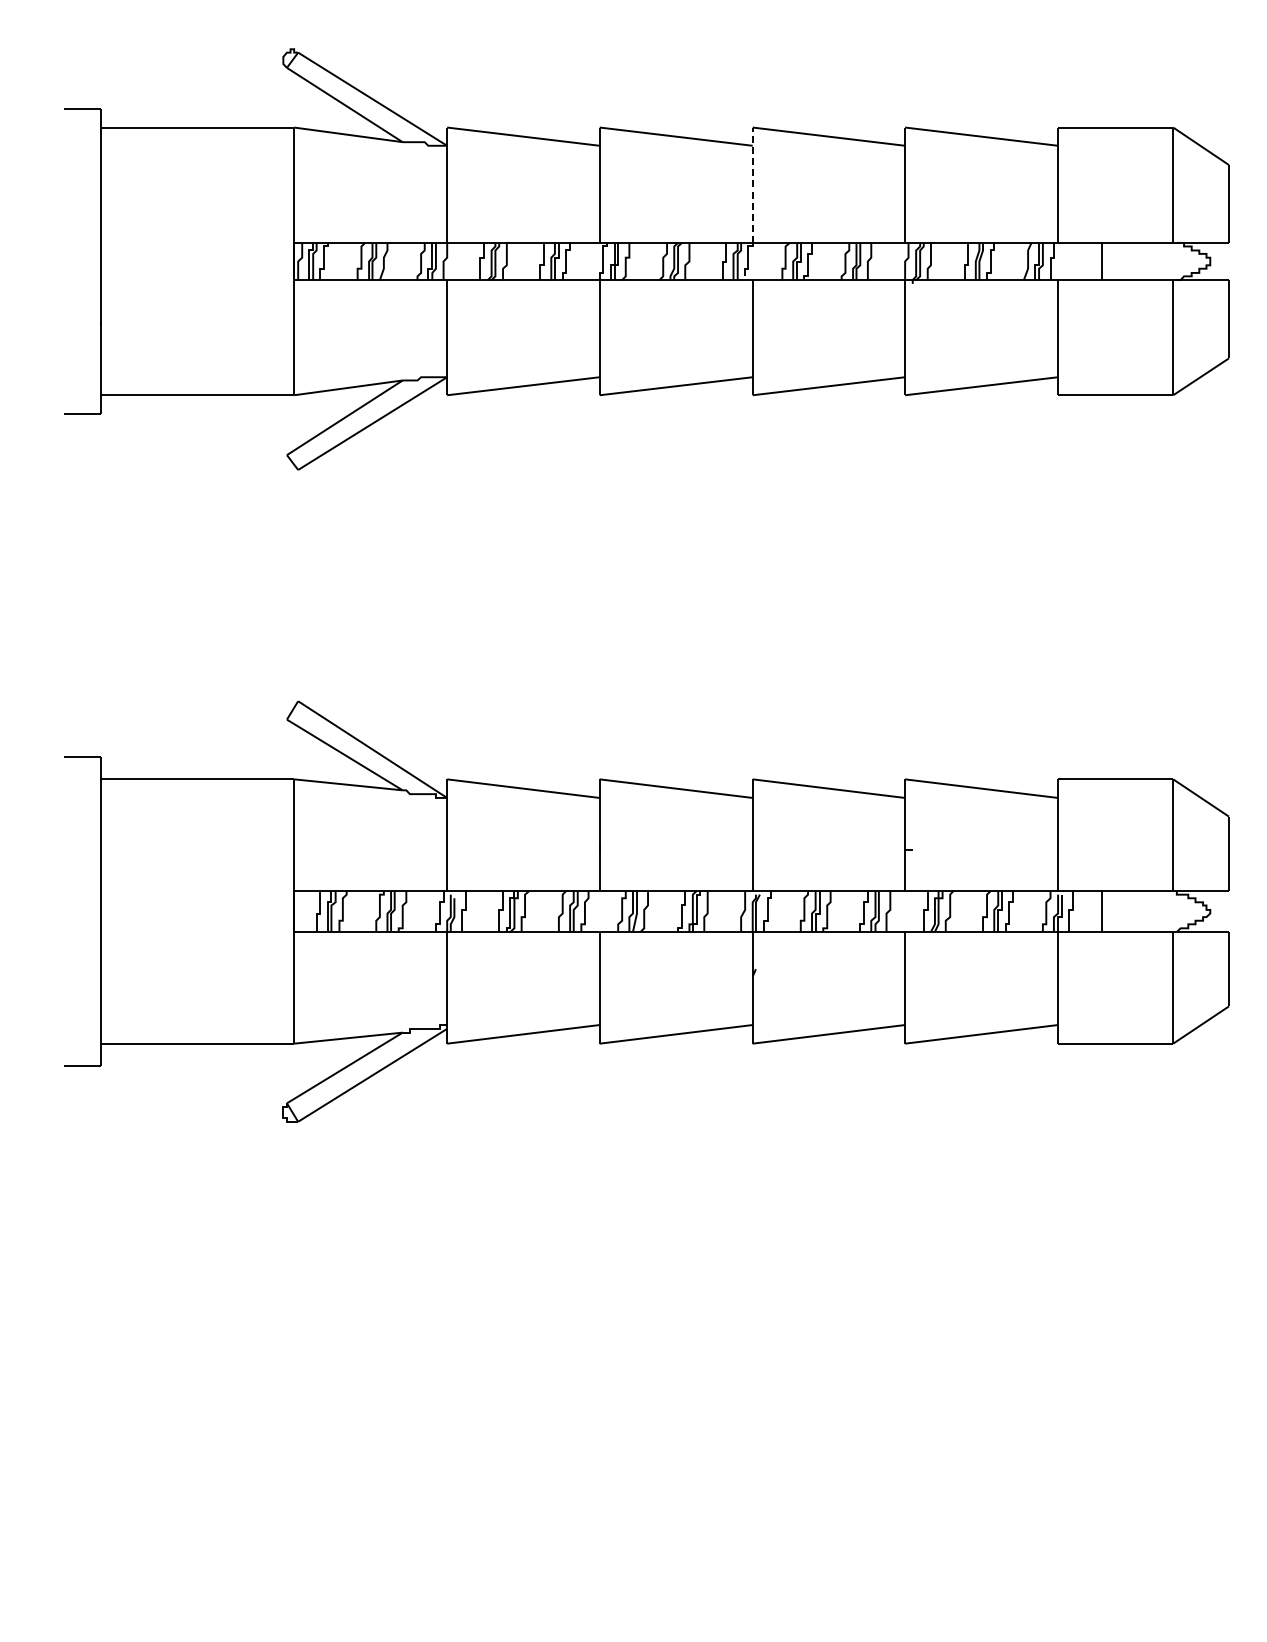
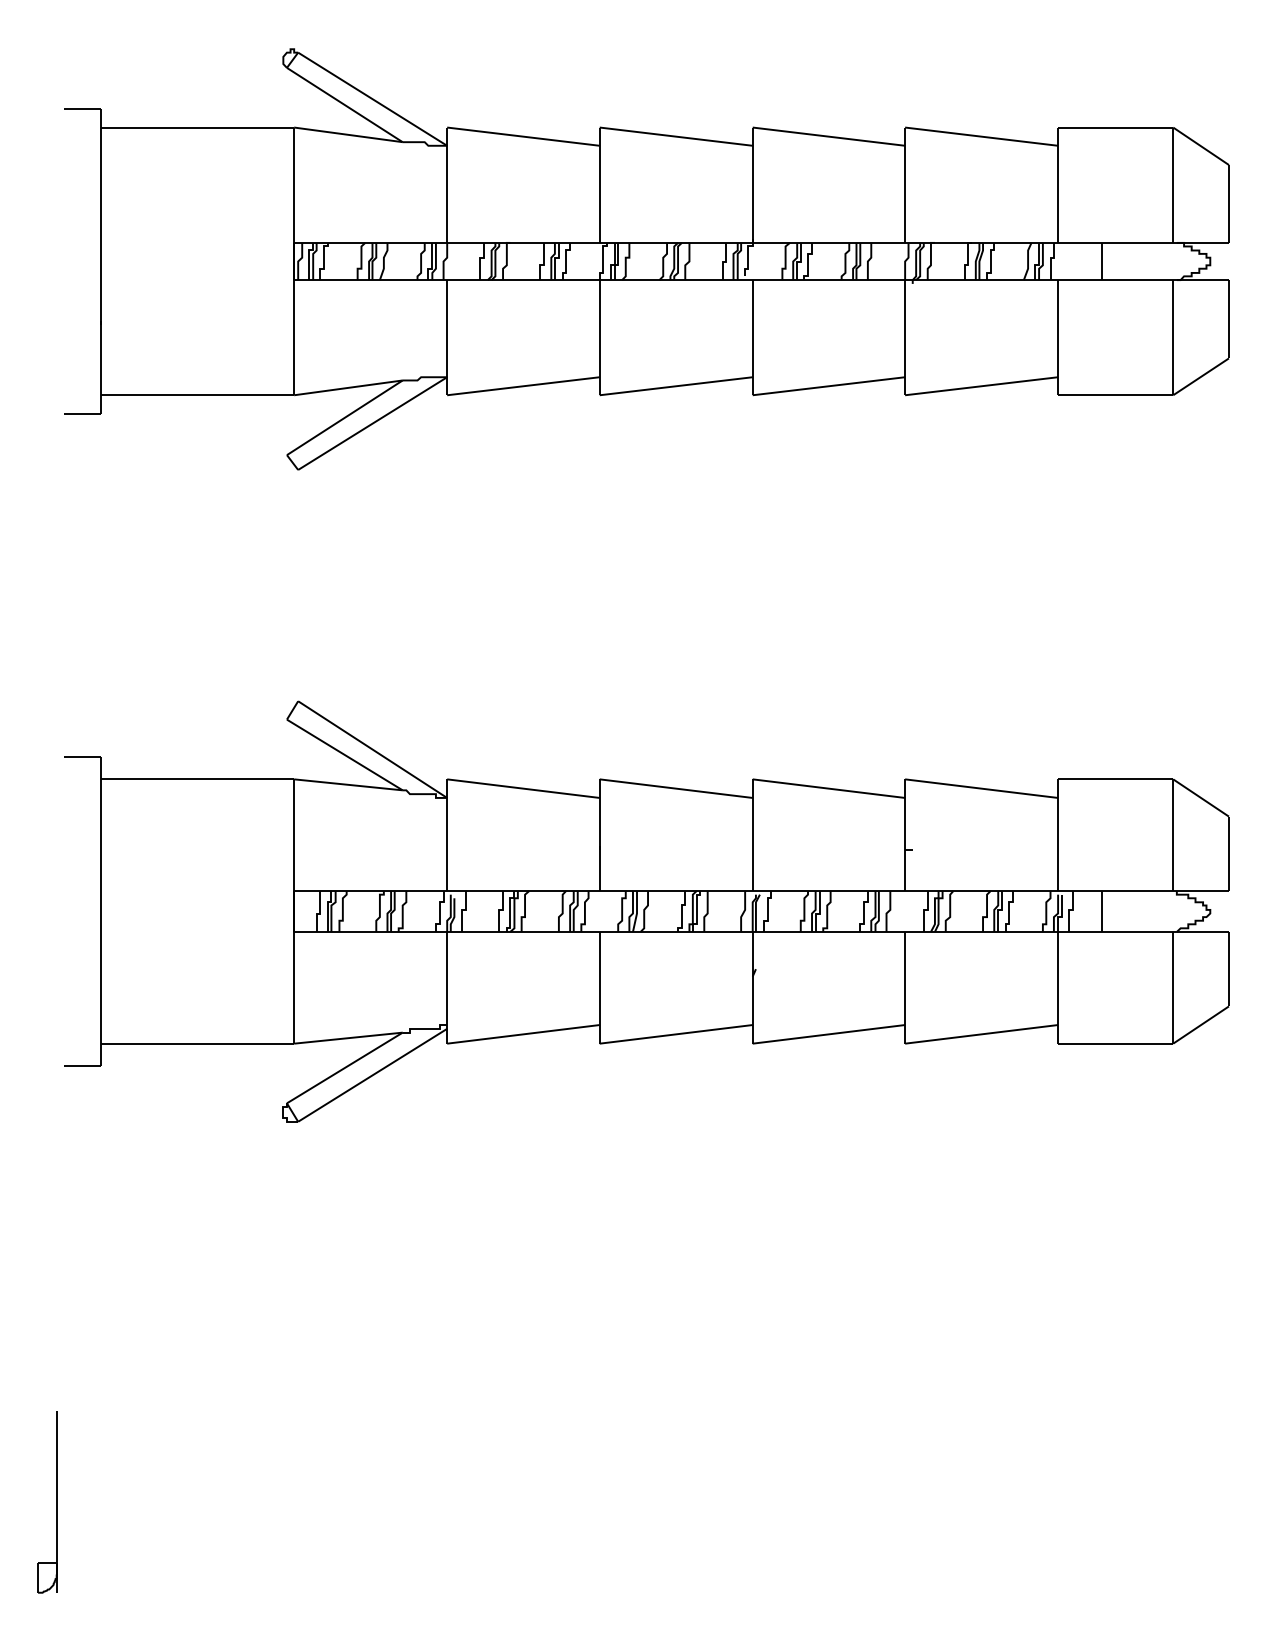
line at (752, 185): dashed -> solid
part at (56, 1502): none -> present
